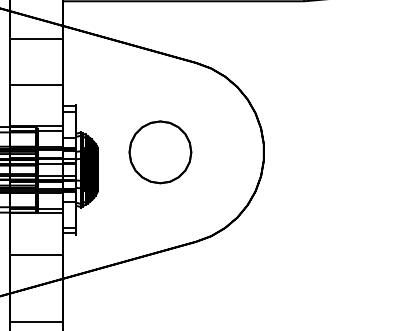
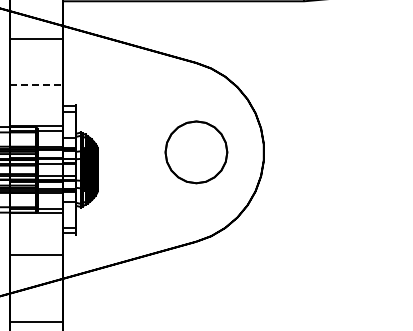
line at (36, 85): solid -> dashed
part at (160, 152) position: (160, 152) -> (196, 152)
